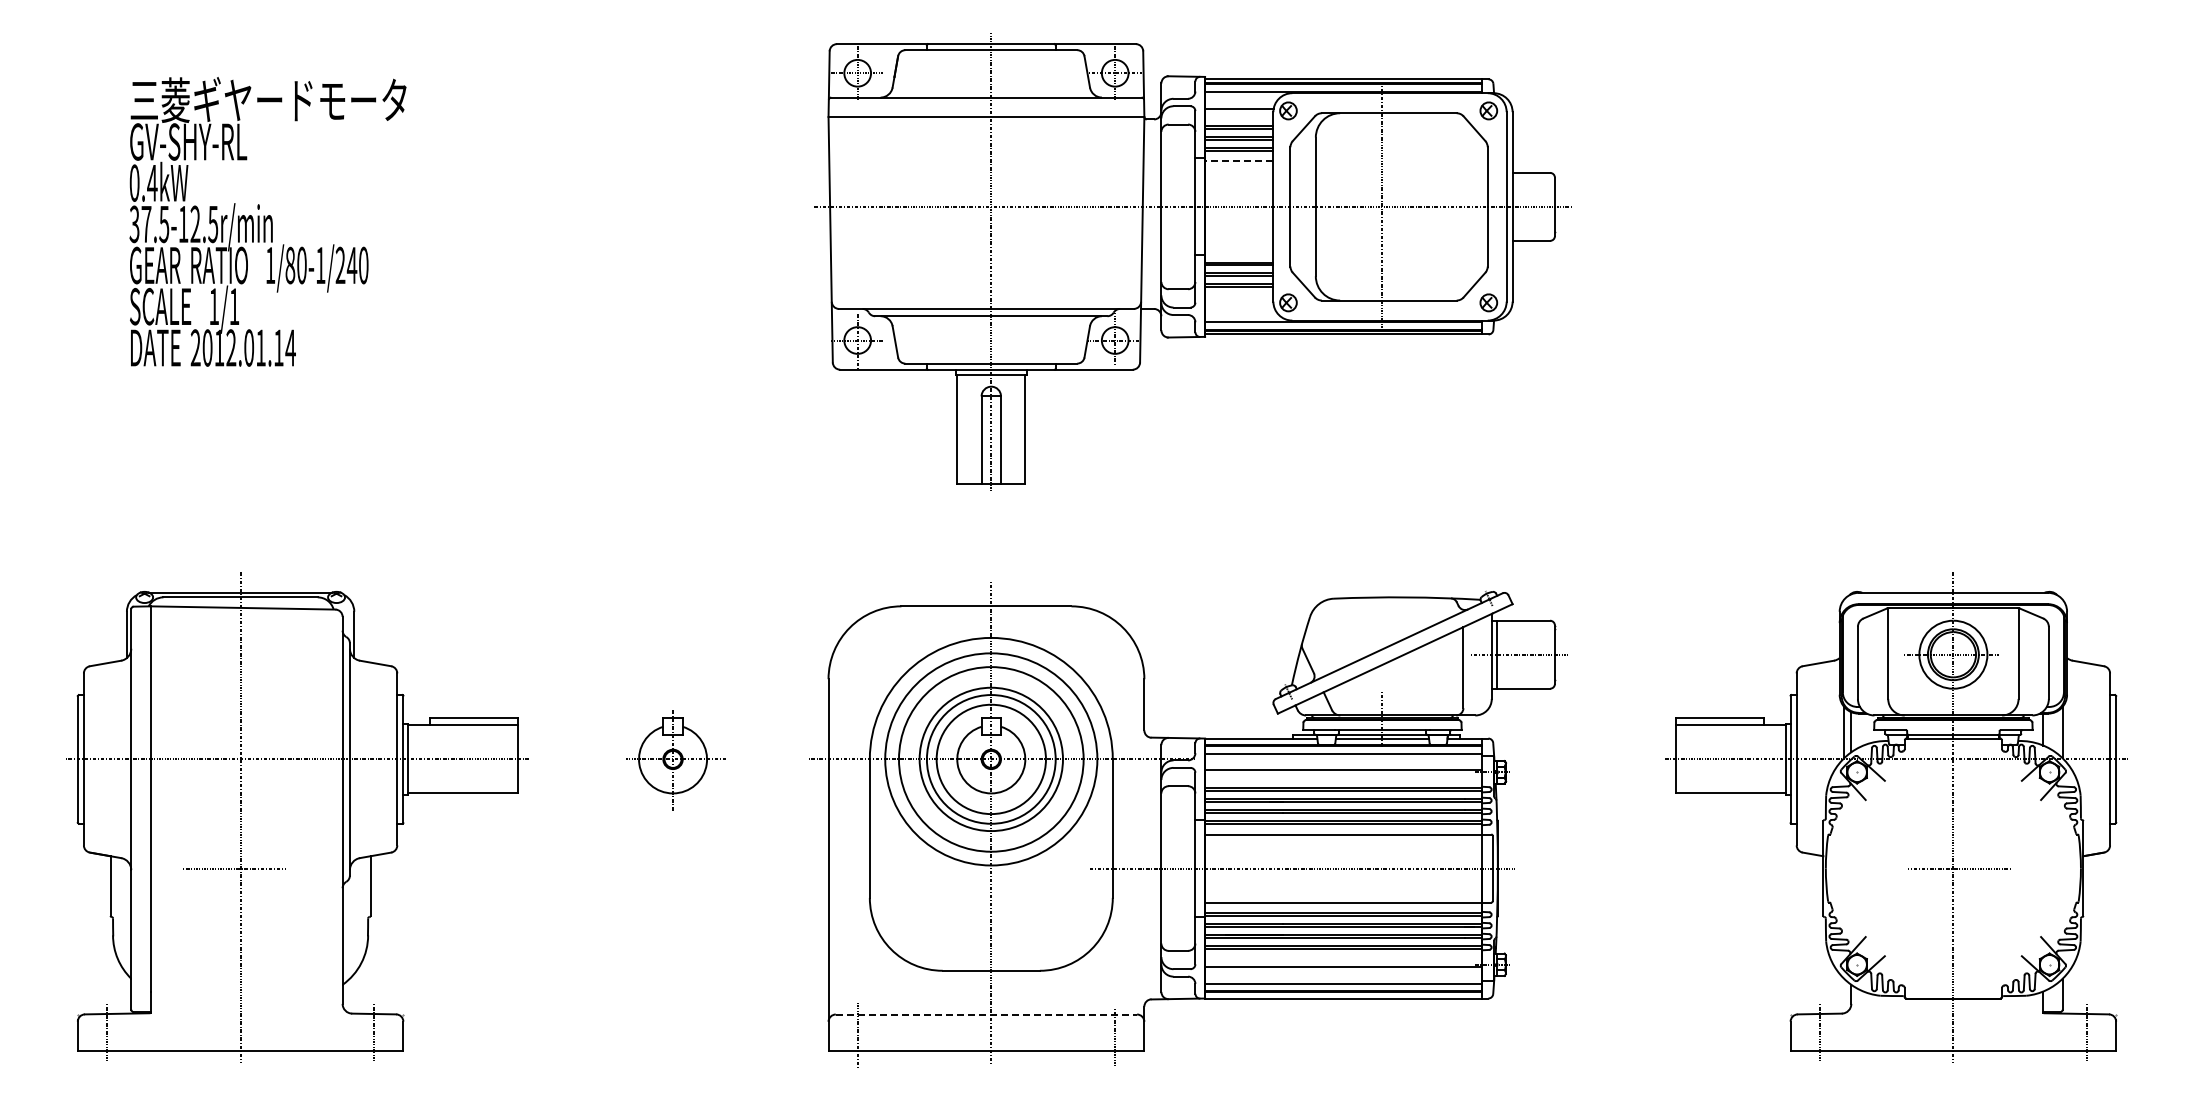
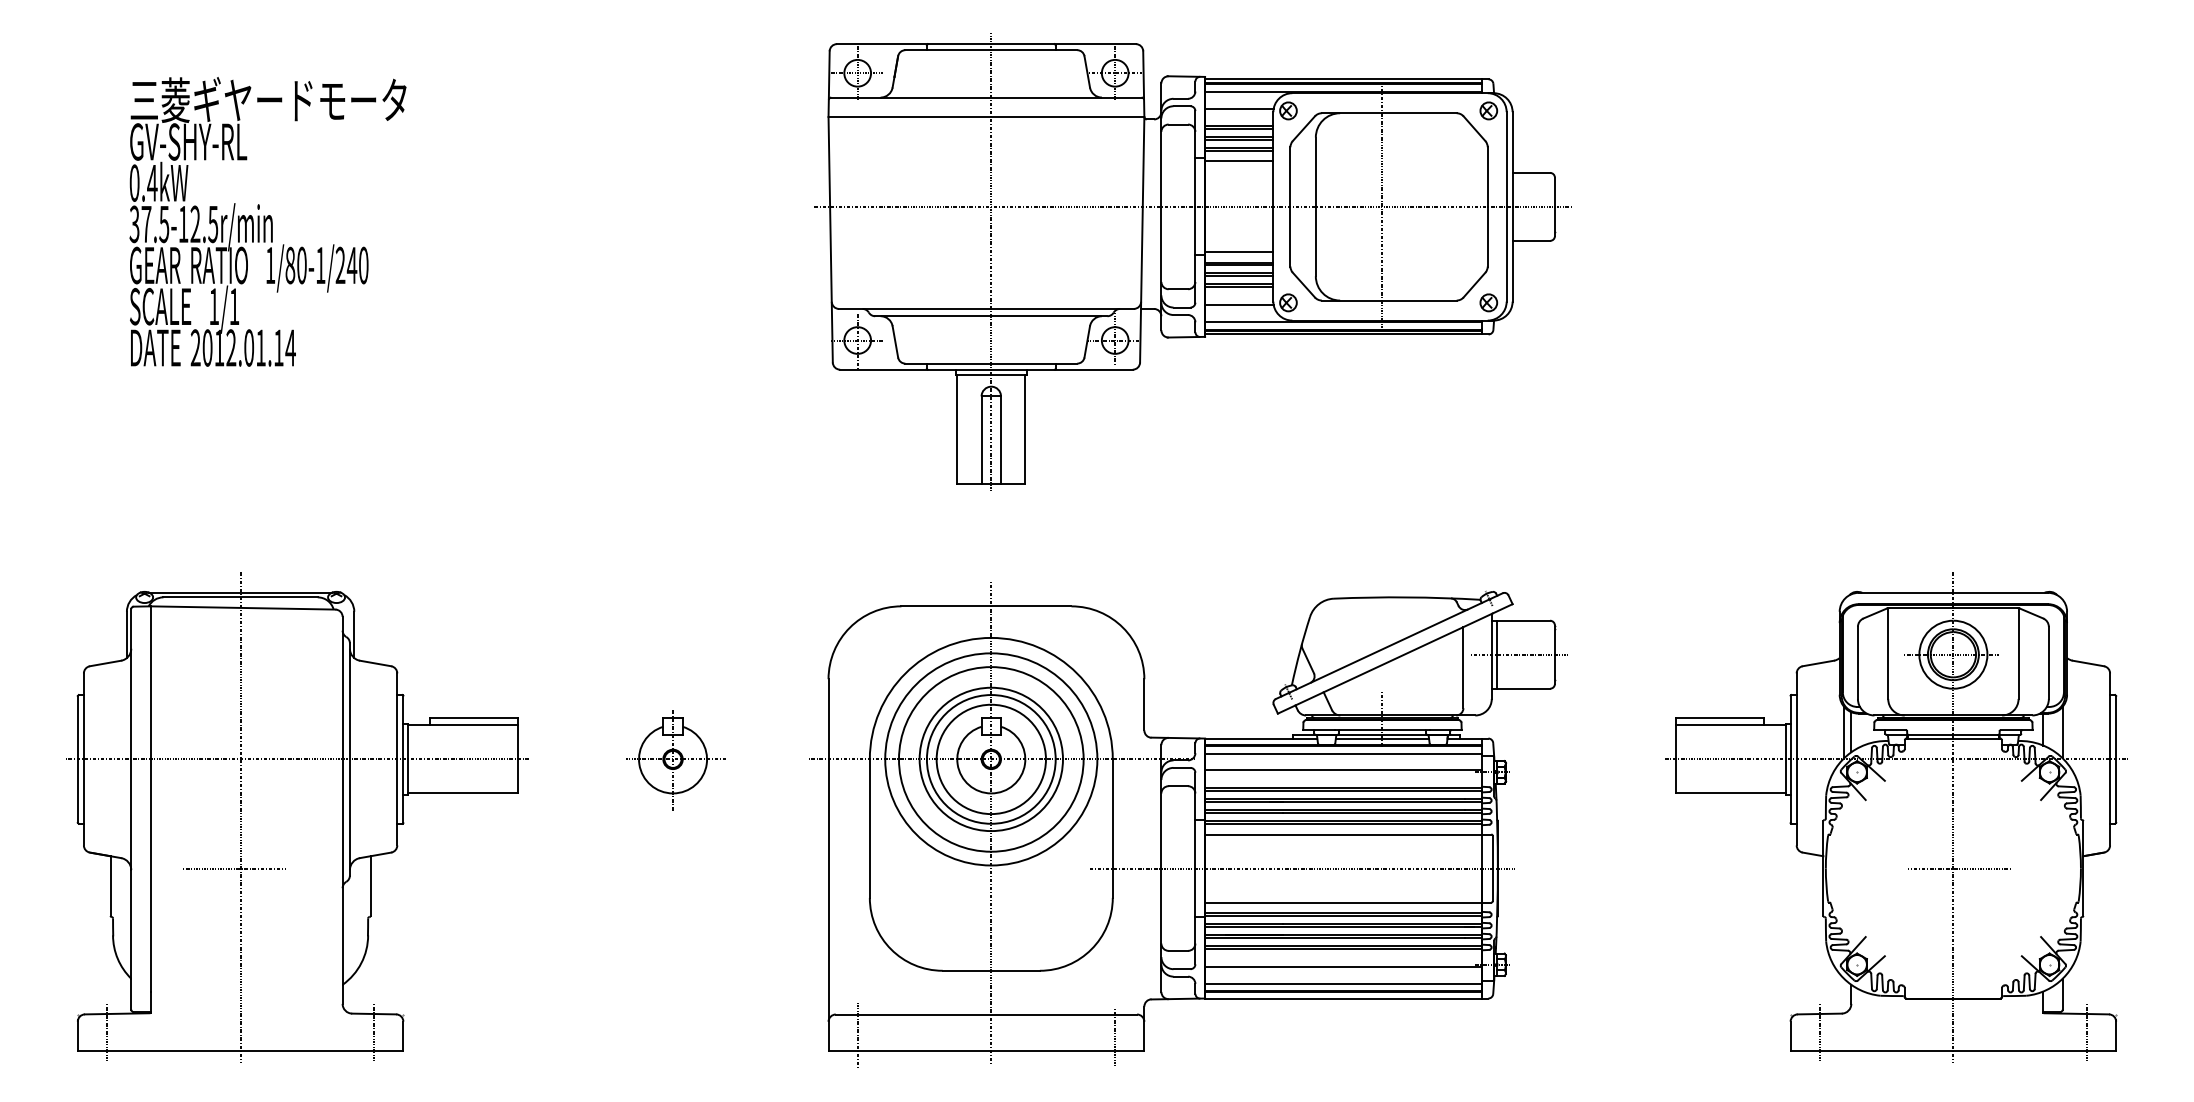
line at (1238, 161): dashed -> solid
line at (1239, 252): none -> present
line at (1239, 305): none -> present
line at (986, 1014): dashed -> solid
